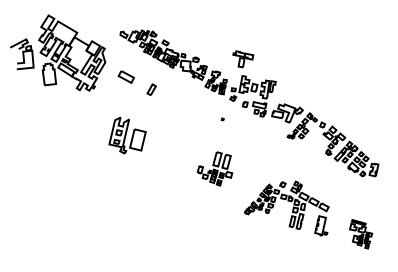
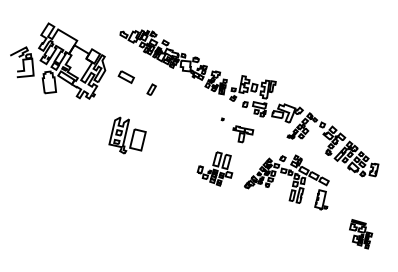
part at (58, 52) position: (58, 52) -> (58, 60)
part at (243, 59) position: (243, 59) -> (243, 134)
part at (286, 208) position: (286, 208) -> (286, 182)
